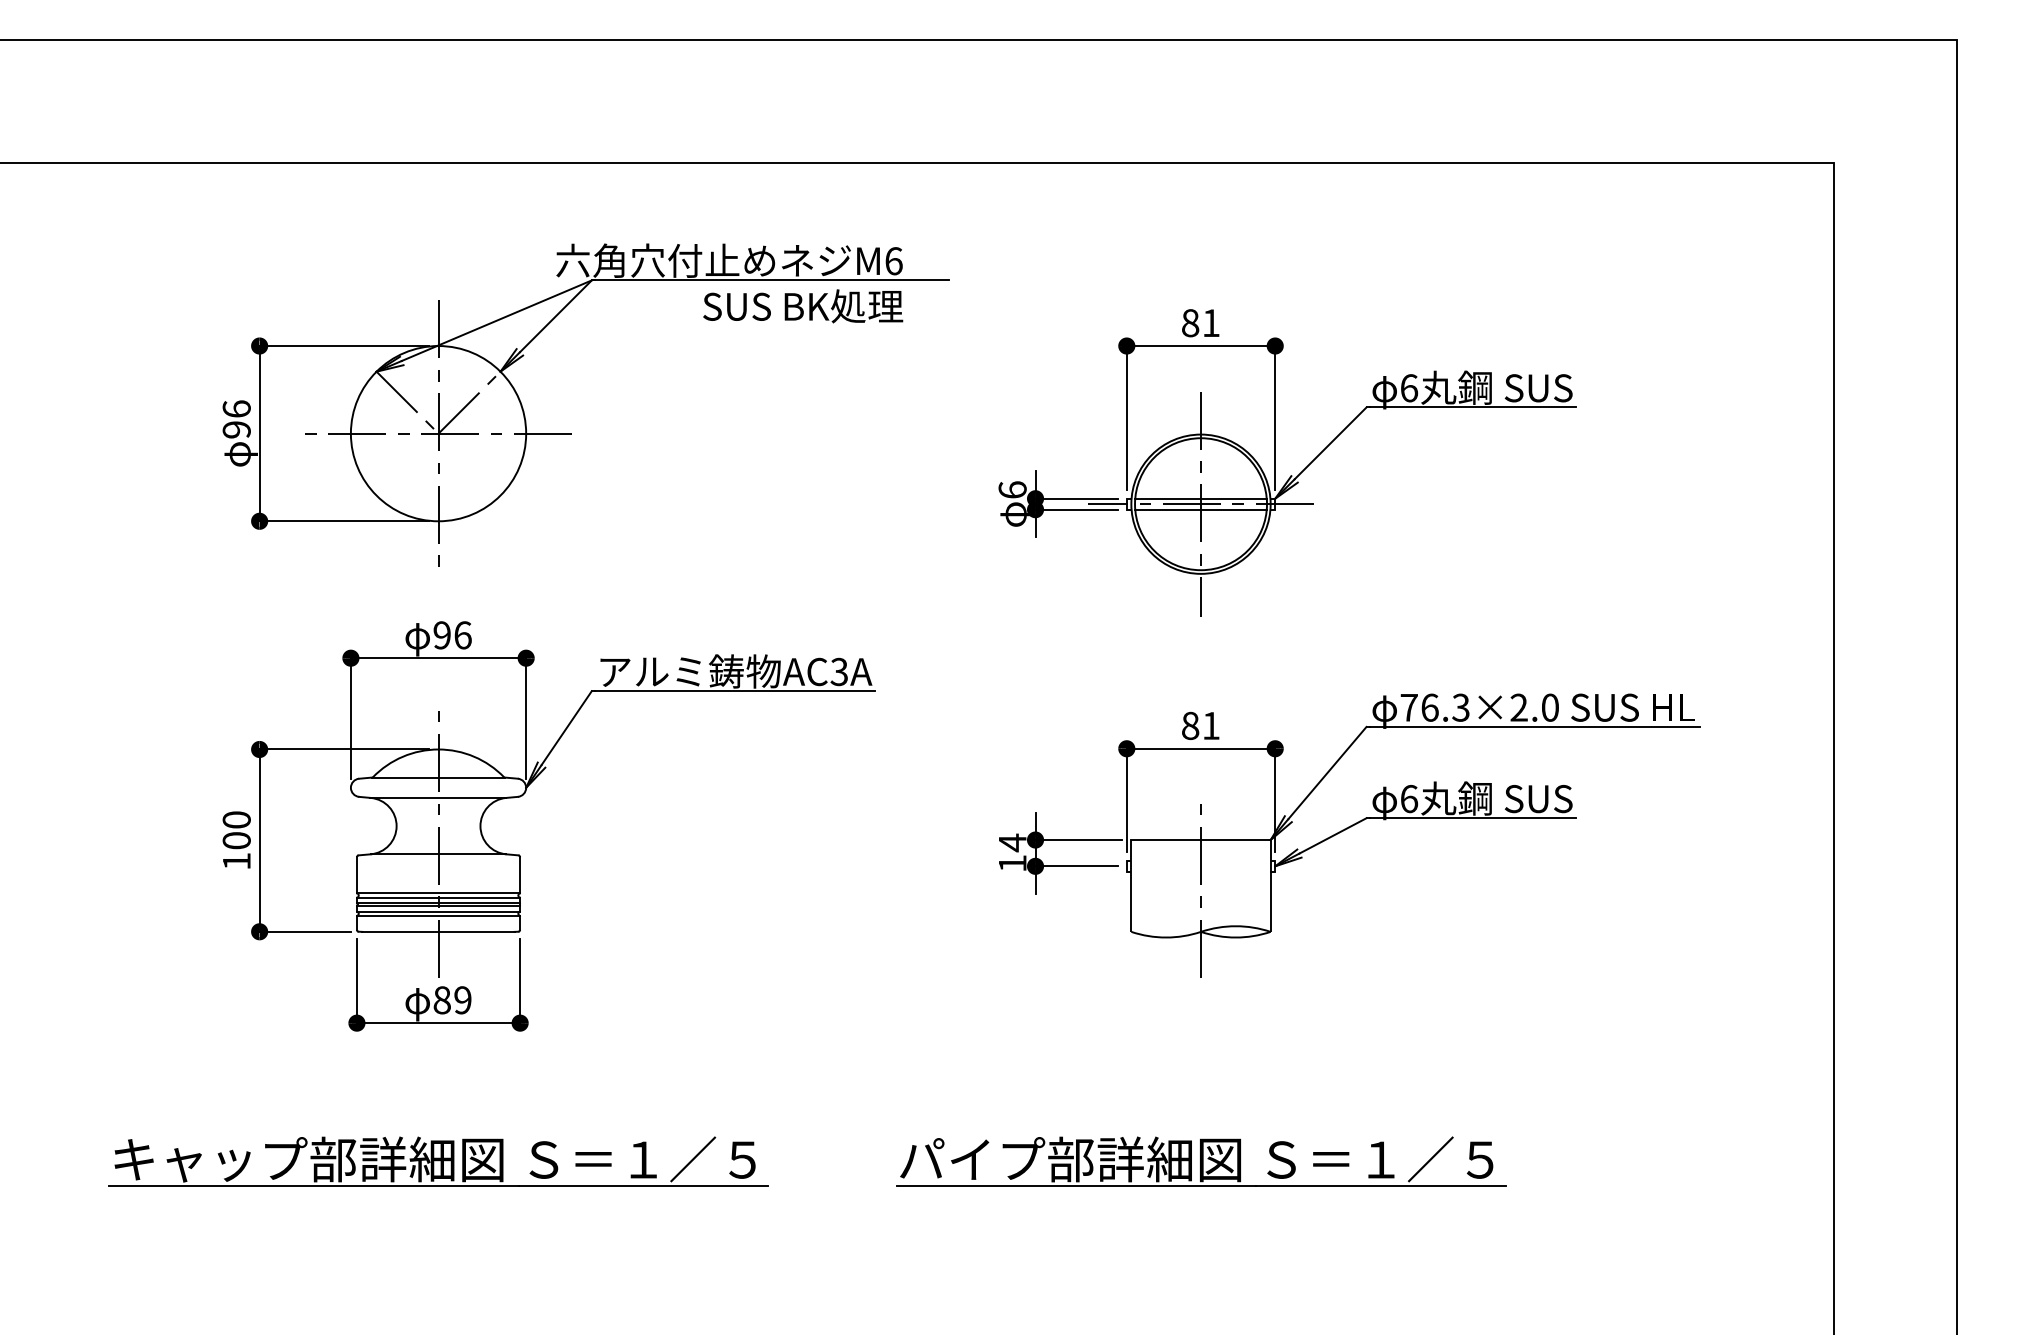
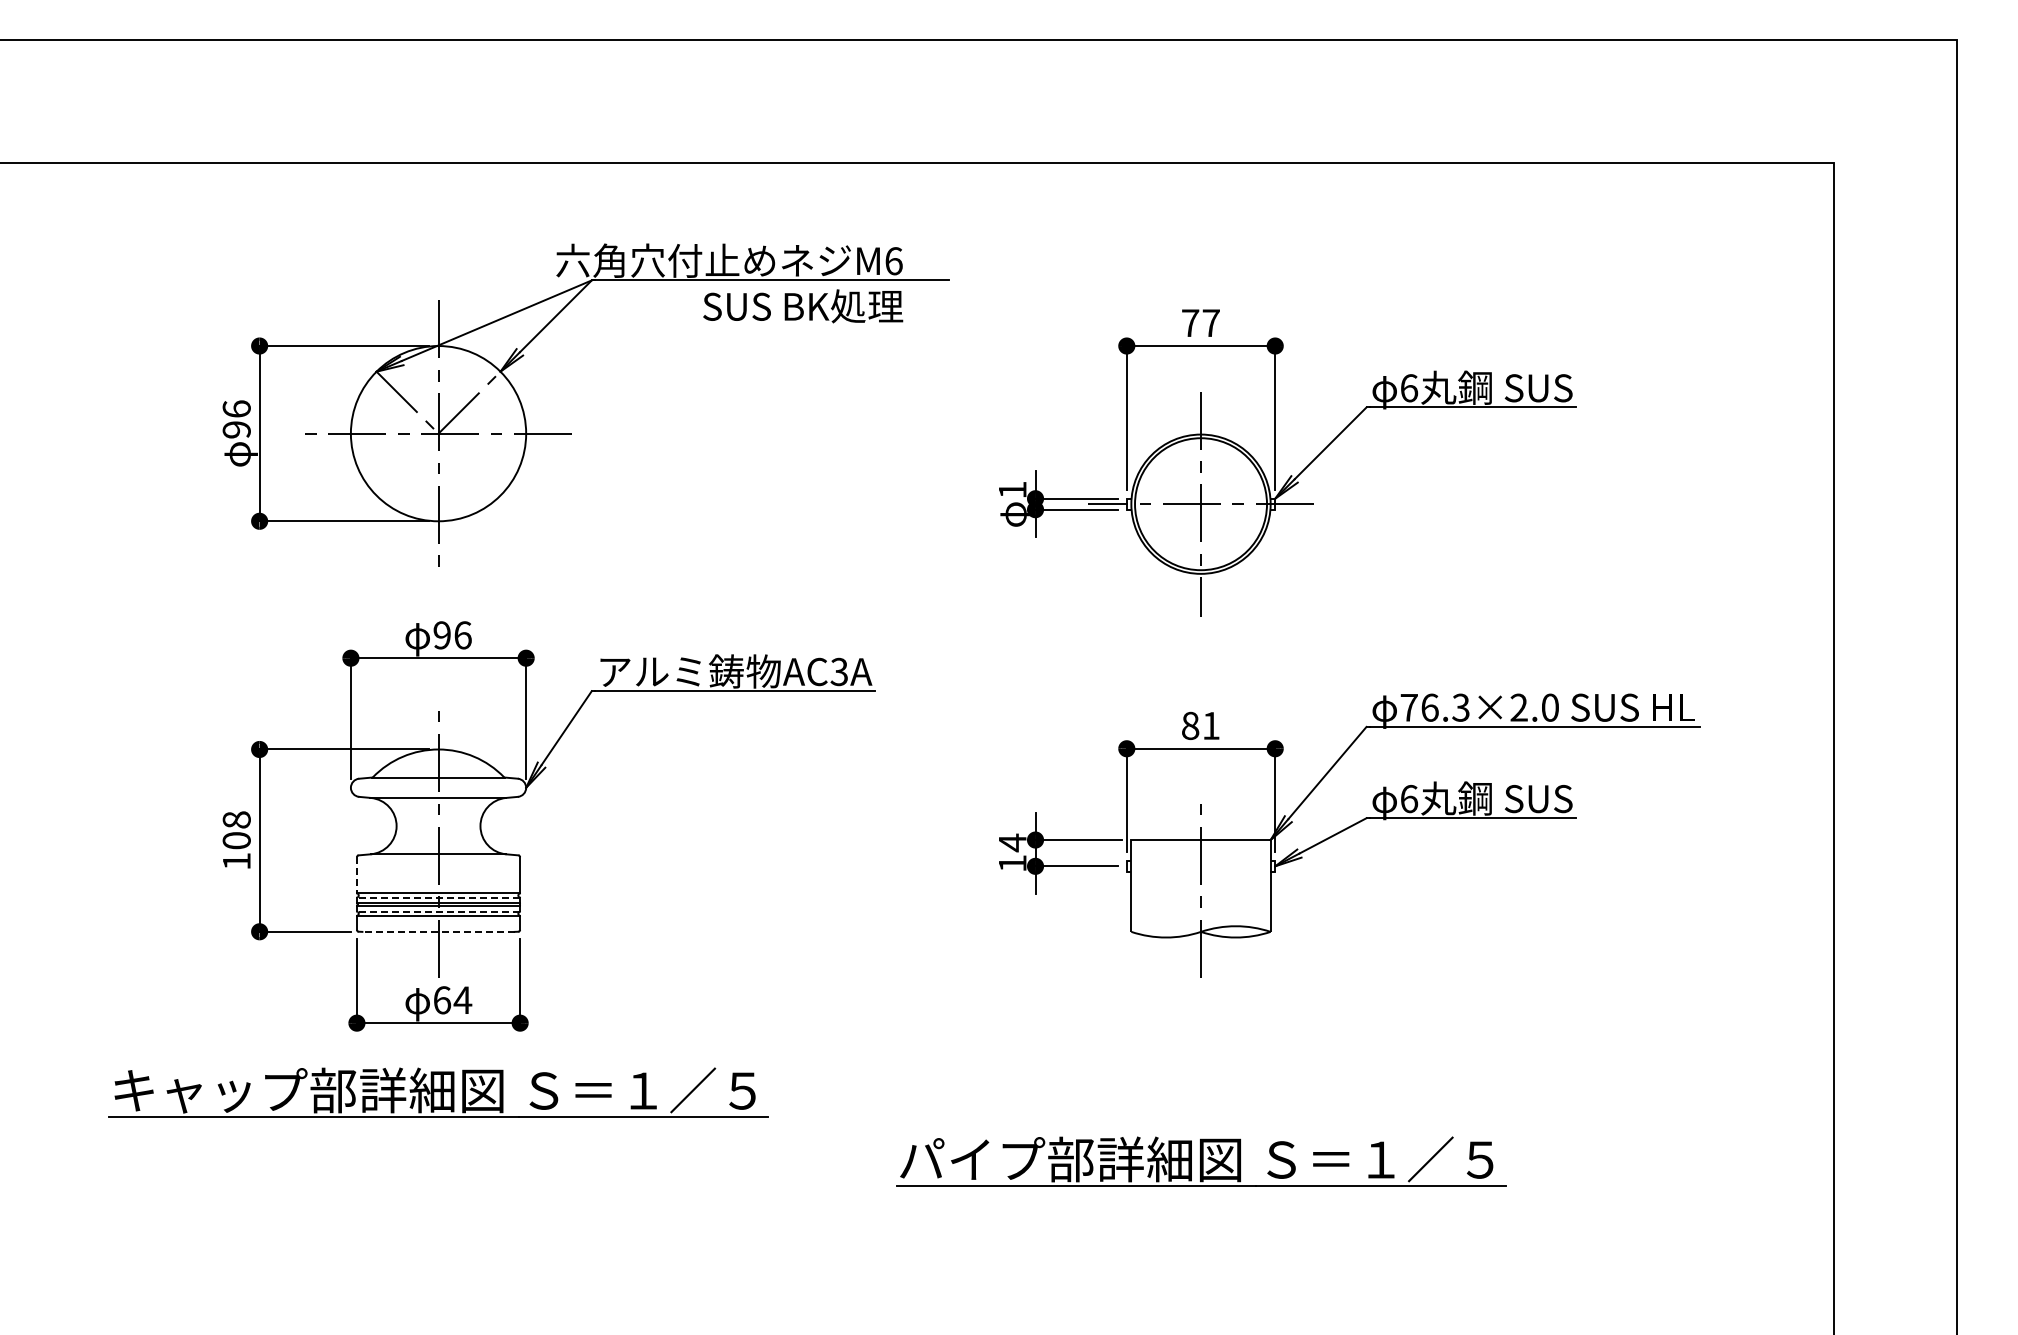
text at (1200, 323): 81 -> 77
text at (1012, 489): 6 -> 1
line at (1200, 498): present -> none
line at (1200, 509): present -> none
text at (236, 819): 100 -> 108
line at (356, 875): solid -> dashed
line at (438, 898): solid -> dashed
line at (438, 911): solid -> dashed
line at (438, 931): solid -> dashed
text at (452, 1000): 89 -> 64
part at (438, 1161) position: (438, 1161) -> (438, 1092)
